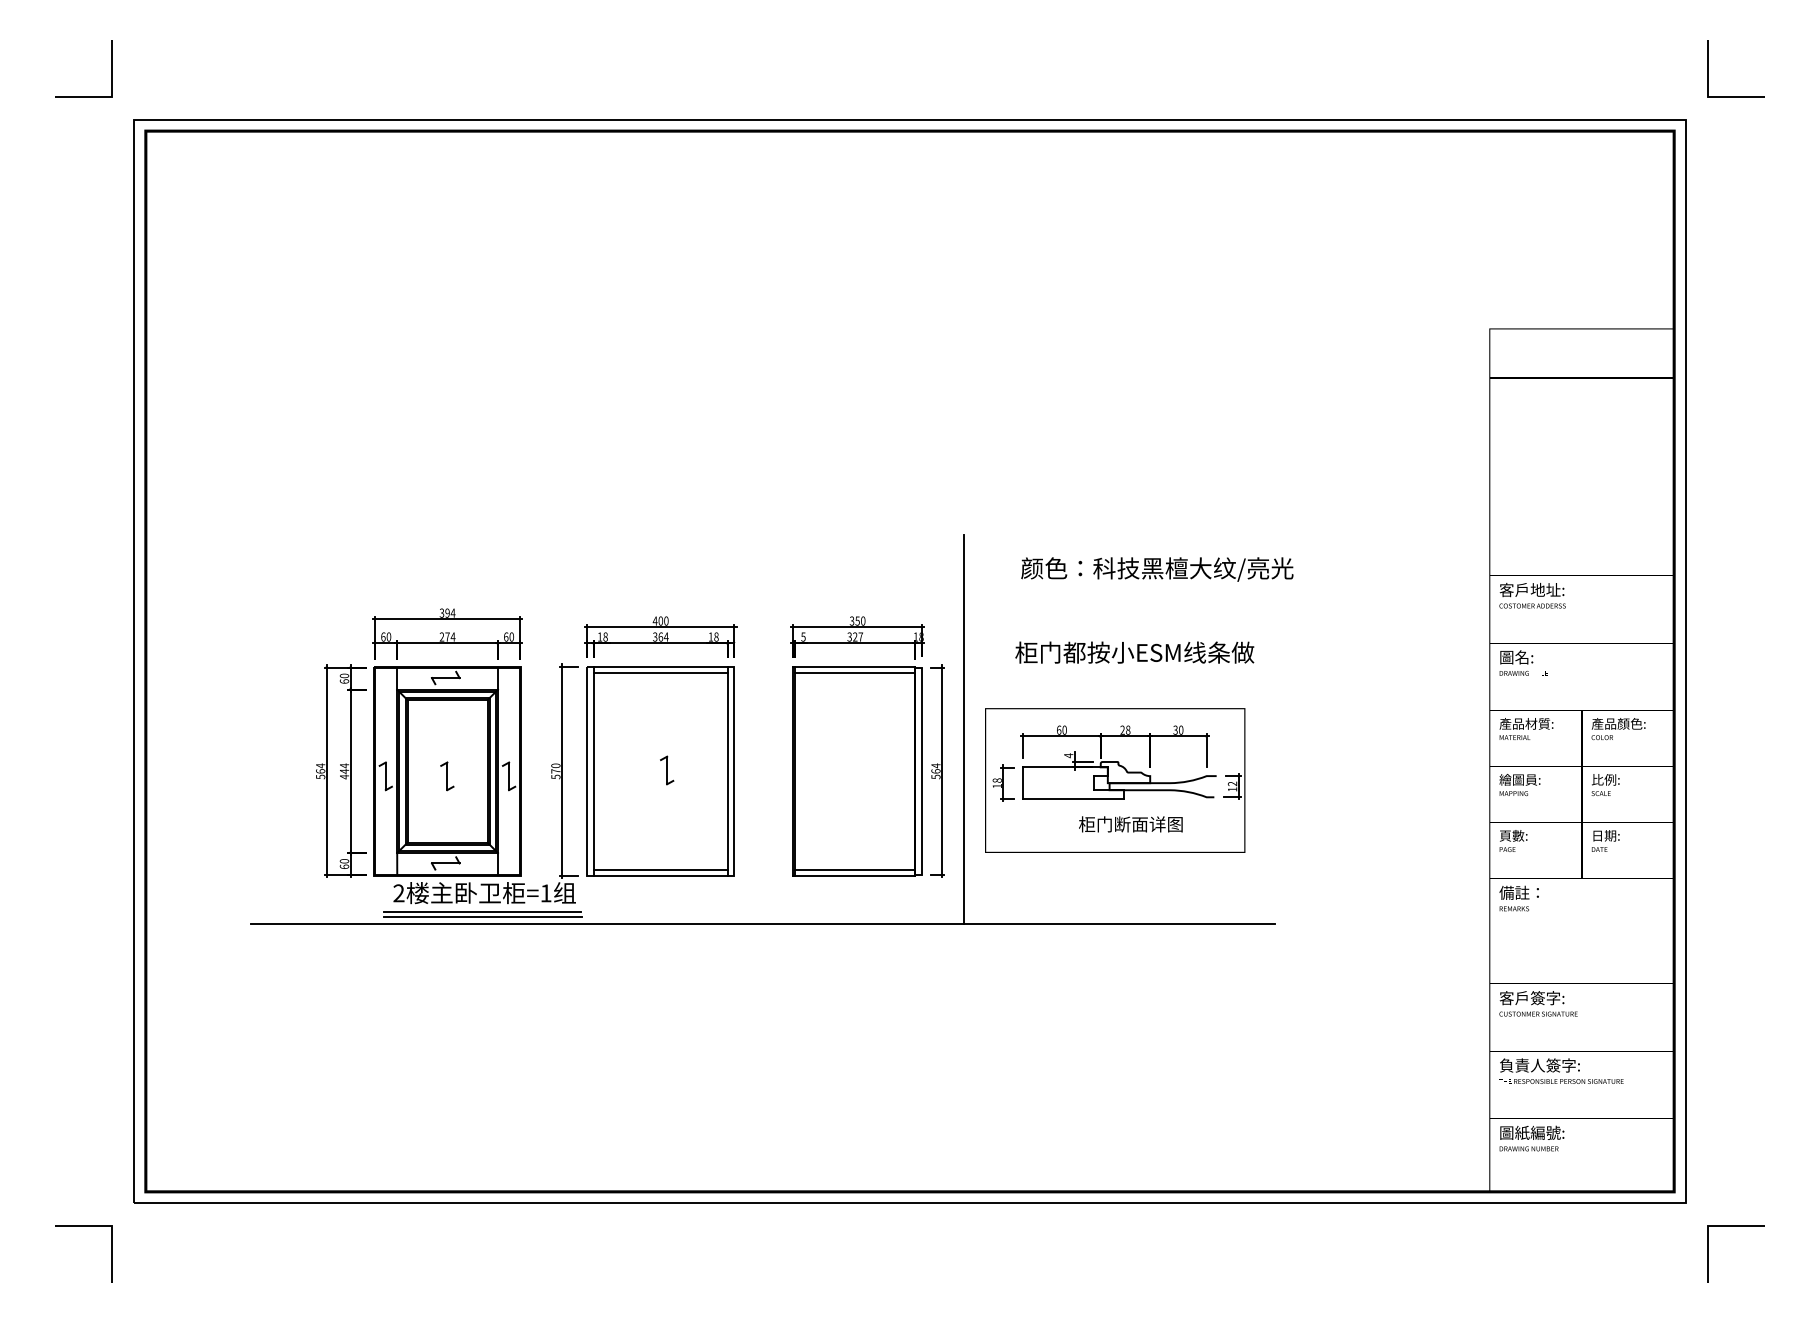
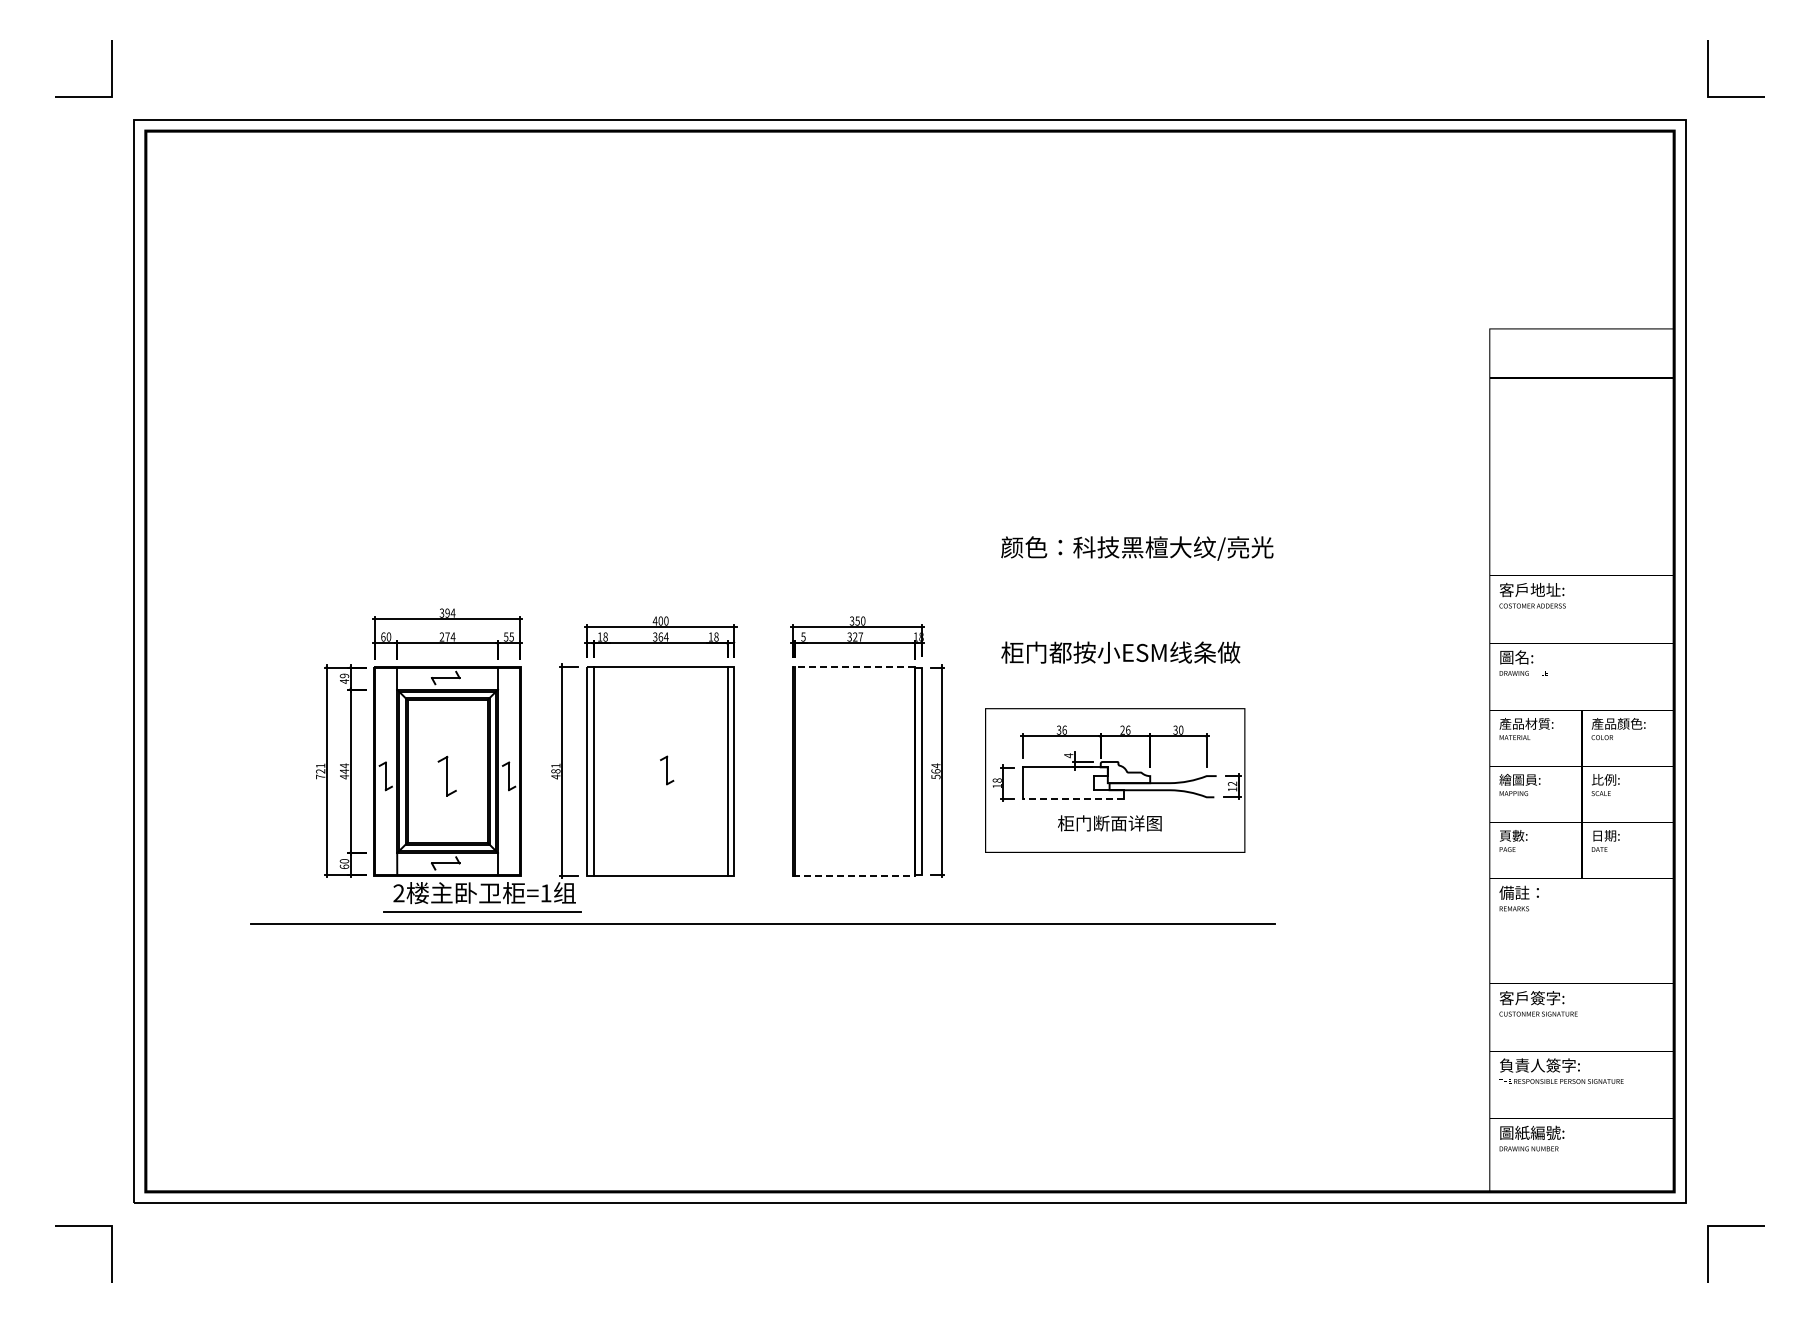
text at (1157, 569) position: (1157, 569) -> (1137, 548)
text at (508, 636): 60 -> 55
text at (1134, 652) position: (1134, 652) -> (1120, 652)
line at (853, 666): solid -> dashed
line at (660, 673): present -> none
line at (855, 673): present -> none
text at (344, 678): 60 -> 49
line at (964, 729): present -> none
text at (1061, 729): 60 -> 36
text at (1128, 729): 28 -> 26
text at (320, 771): 564 -> 721
text at (555, 771): 570 -> 481
part at (447, 776) size: 15x31 px -> 20x42 px
line at (1072, 799): solid -> dashed
text at (1130, 824) position: (1130, 824) -> (1109, 823)
line at (660, 869): present -> none
line at (855, 869): present -> none
line at (854, 876): solid -> dashed
line at (482, 916): present -> none
